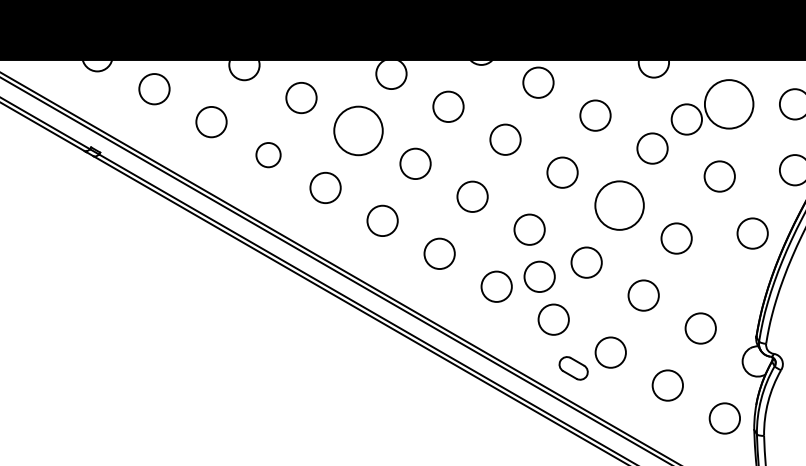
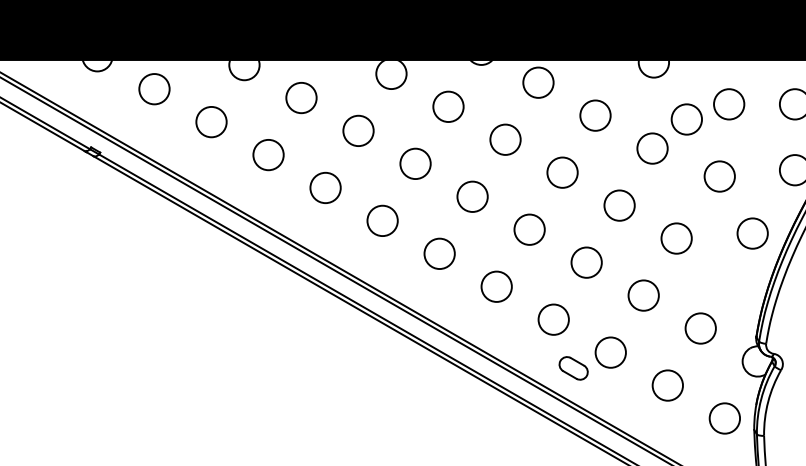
circle at (728, 104) diameter: 49 px -> 30 px
circle at (358, 130) diameter: 49 px -> 30 px
circle at (268, 155) size: 27x27 px -> 33x33 px
circle at (619, 205) diameter: 49 px -> 30 px
circle at (539, 276): present -> none
